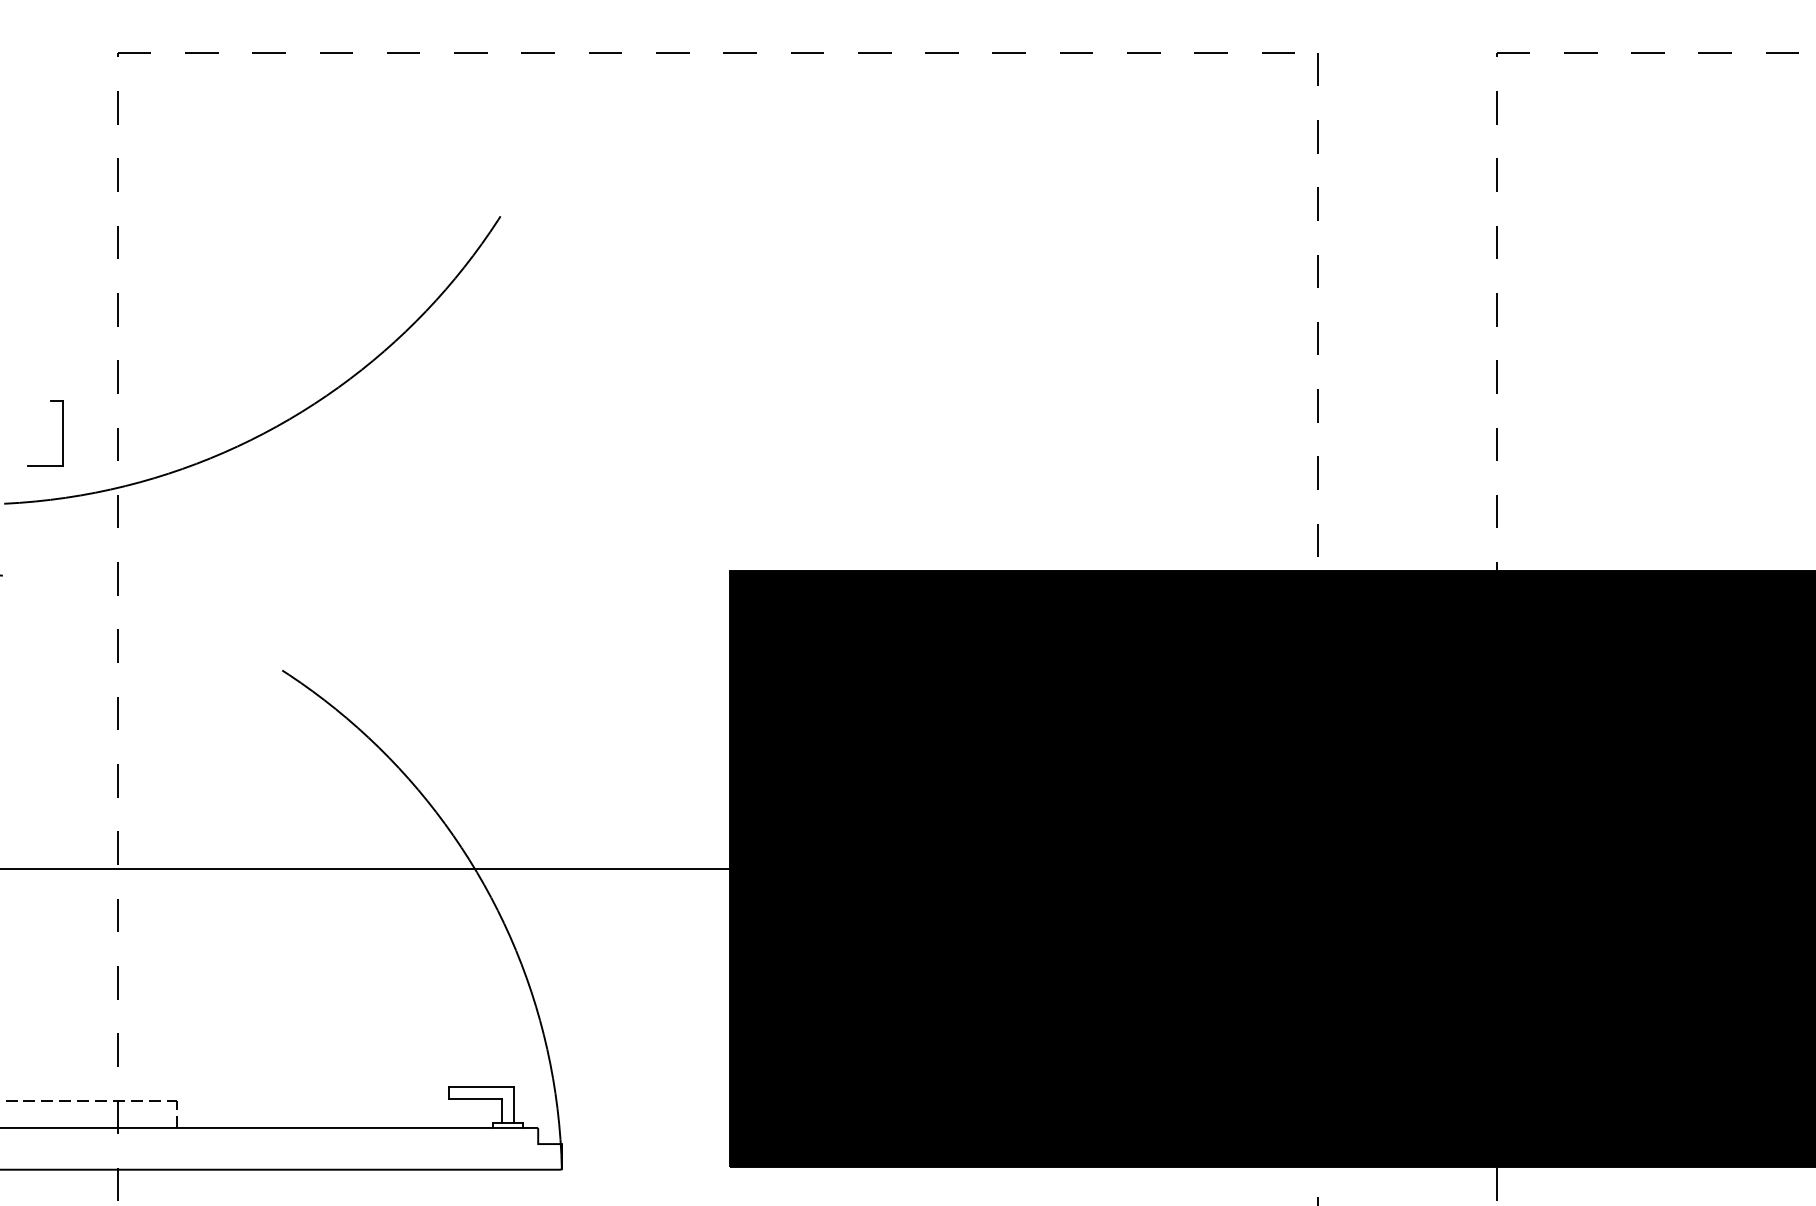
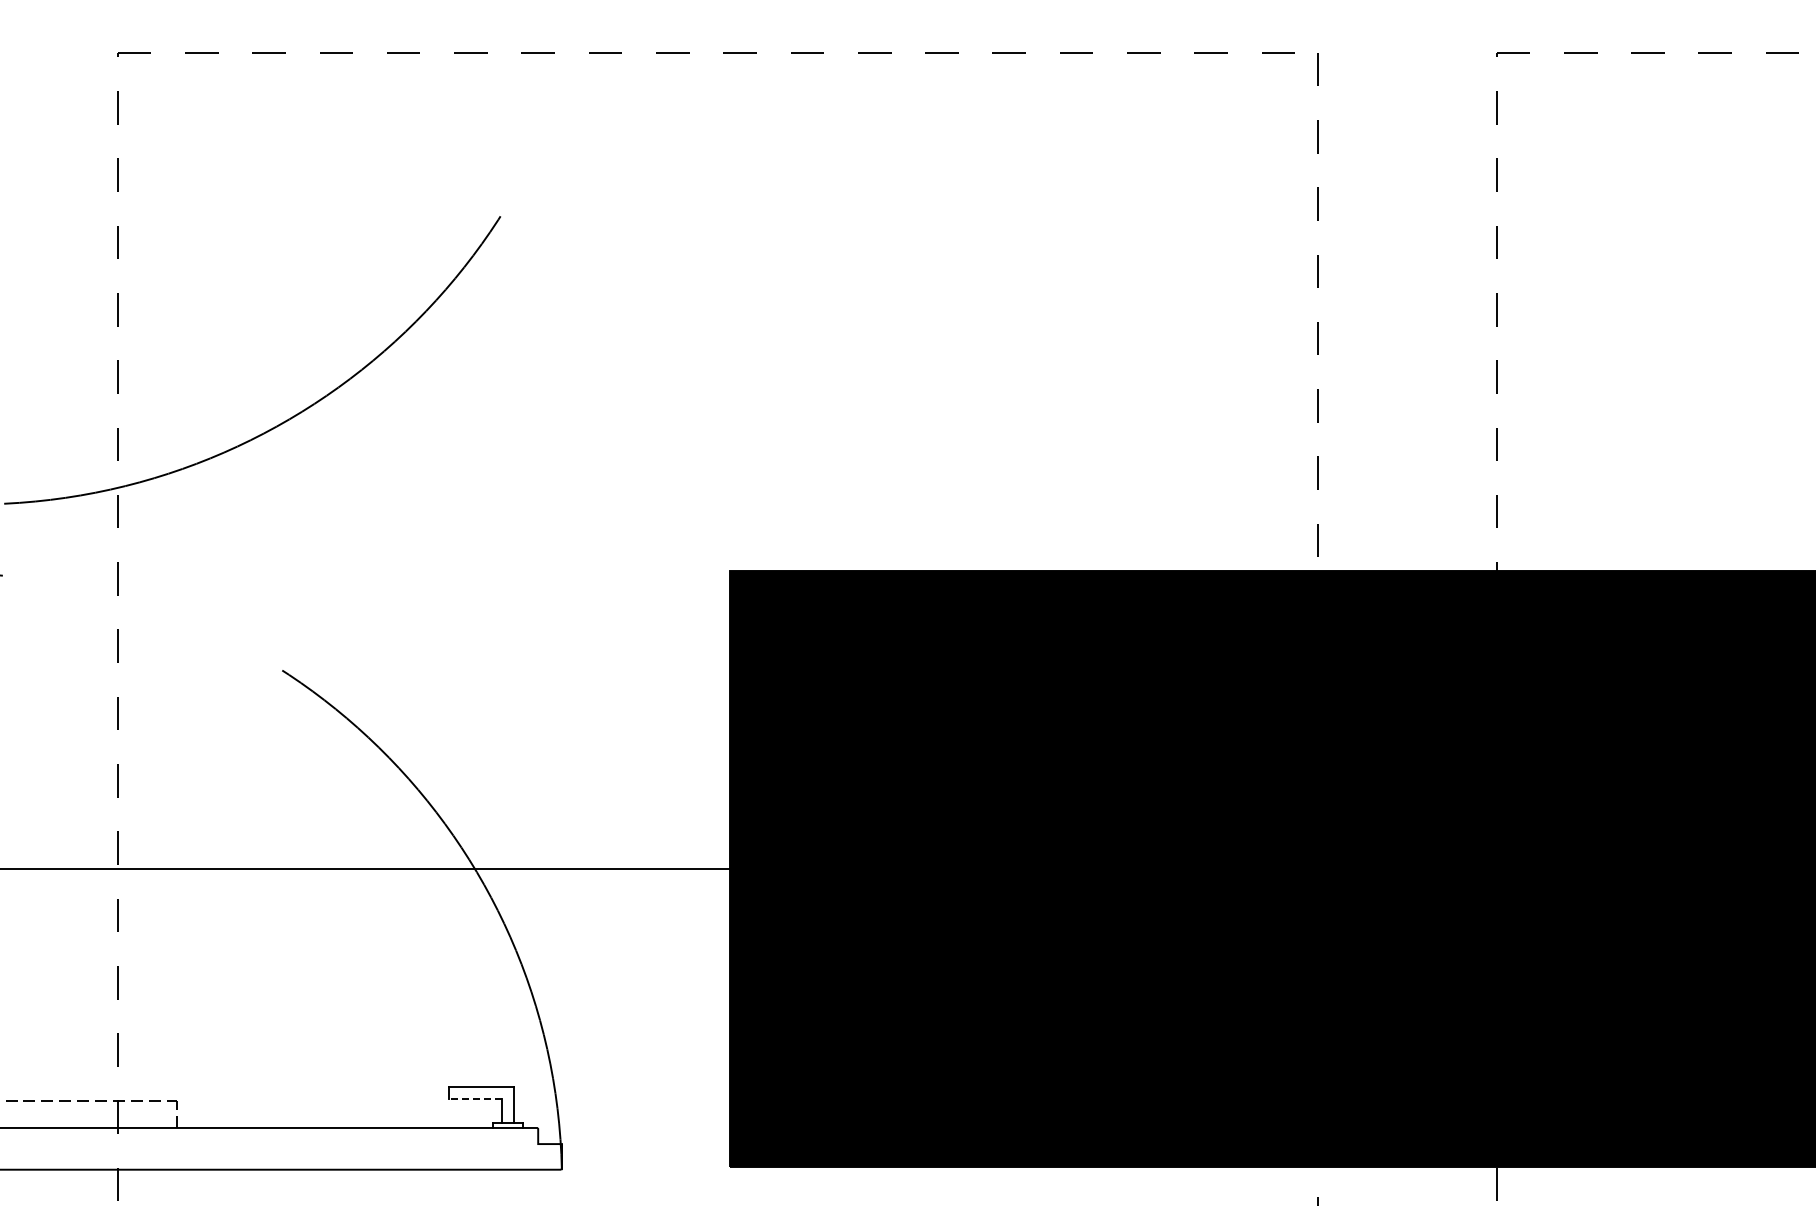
part at (62, 433): present -> none
line at (475, 1099): solid -> dashed
